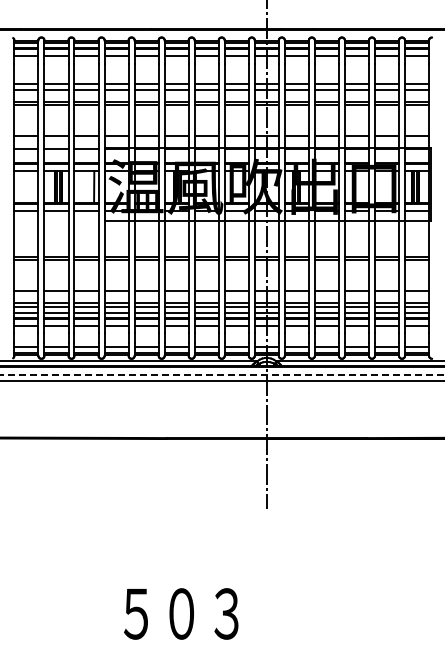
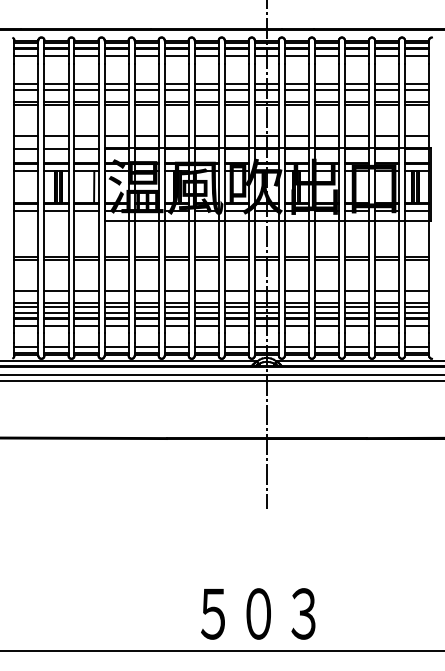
line at (222, 375): dashed -> solid
text at (181, 613) position: (181, 613) -> (258, 613)
line at (221, 650): none -> present
